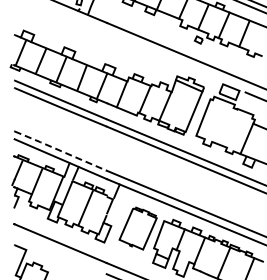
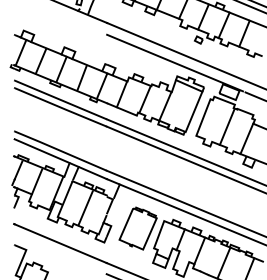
line at (175, 62): none -> present
line at (226, 126): none -> present
line at (60, 150): dashed -> solid
